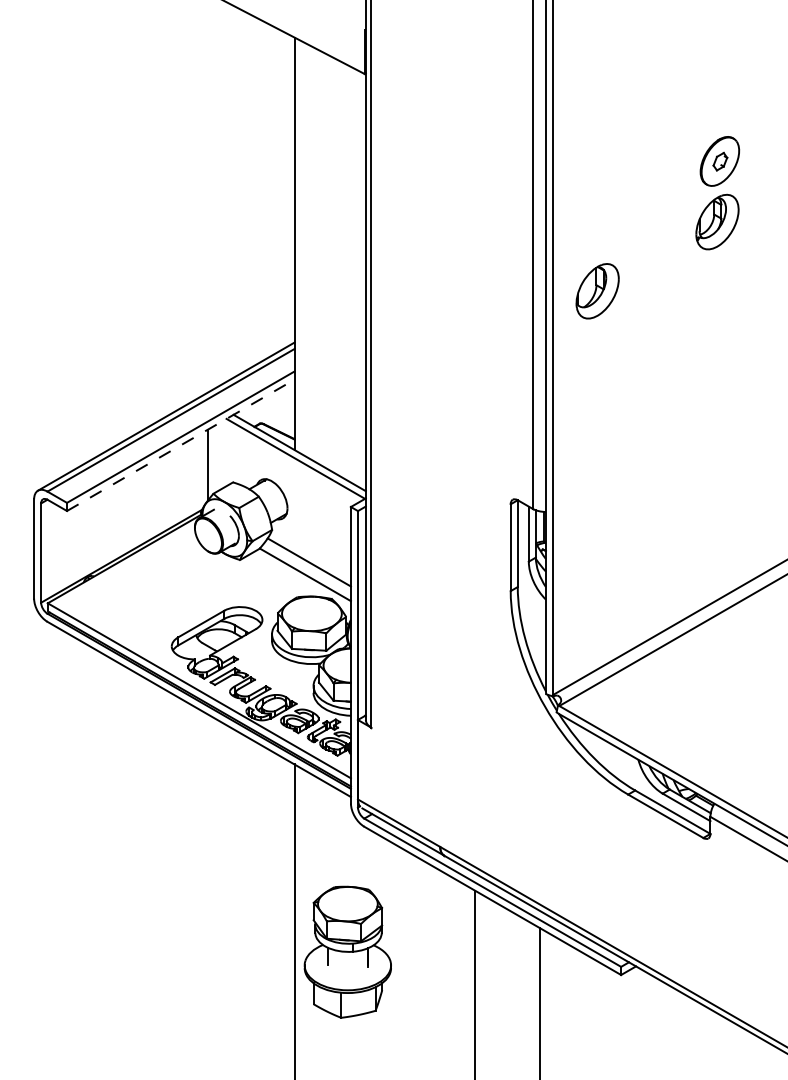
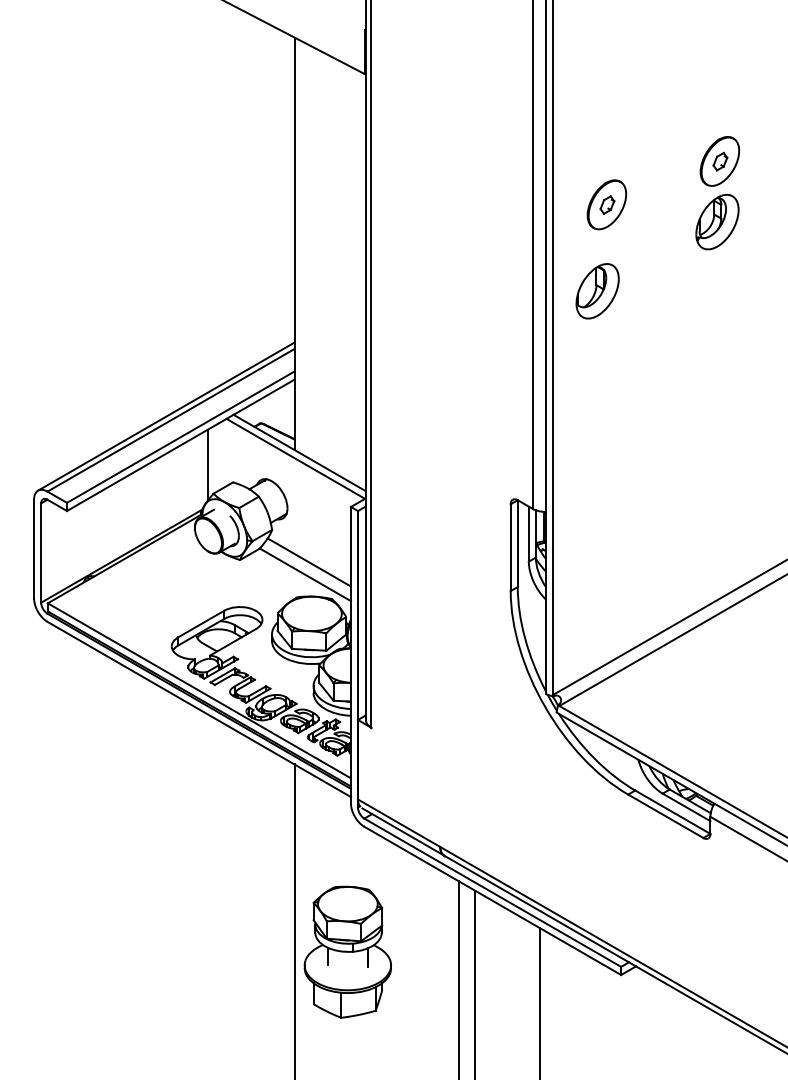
part at (606, 204): none -> present
line at (181, 445): dashed -> solid
line at (459, 978): none -> present
